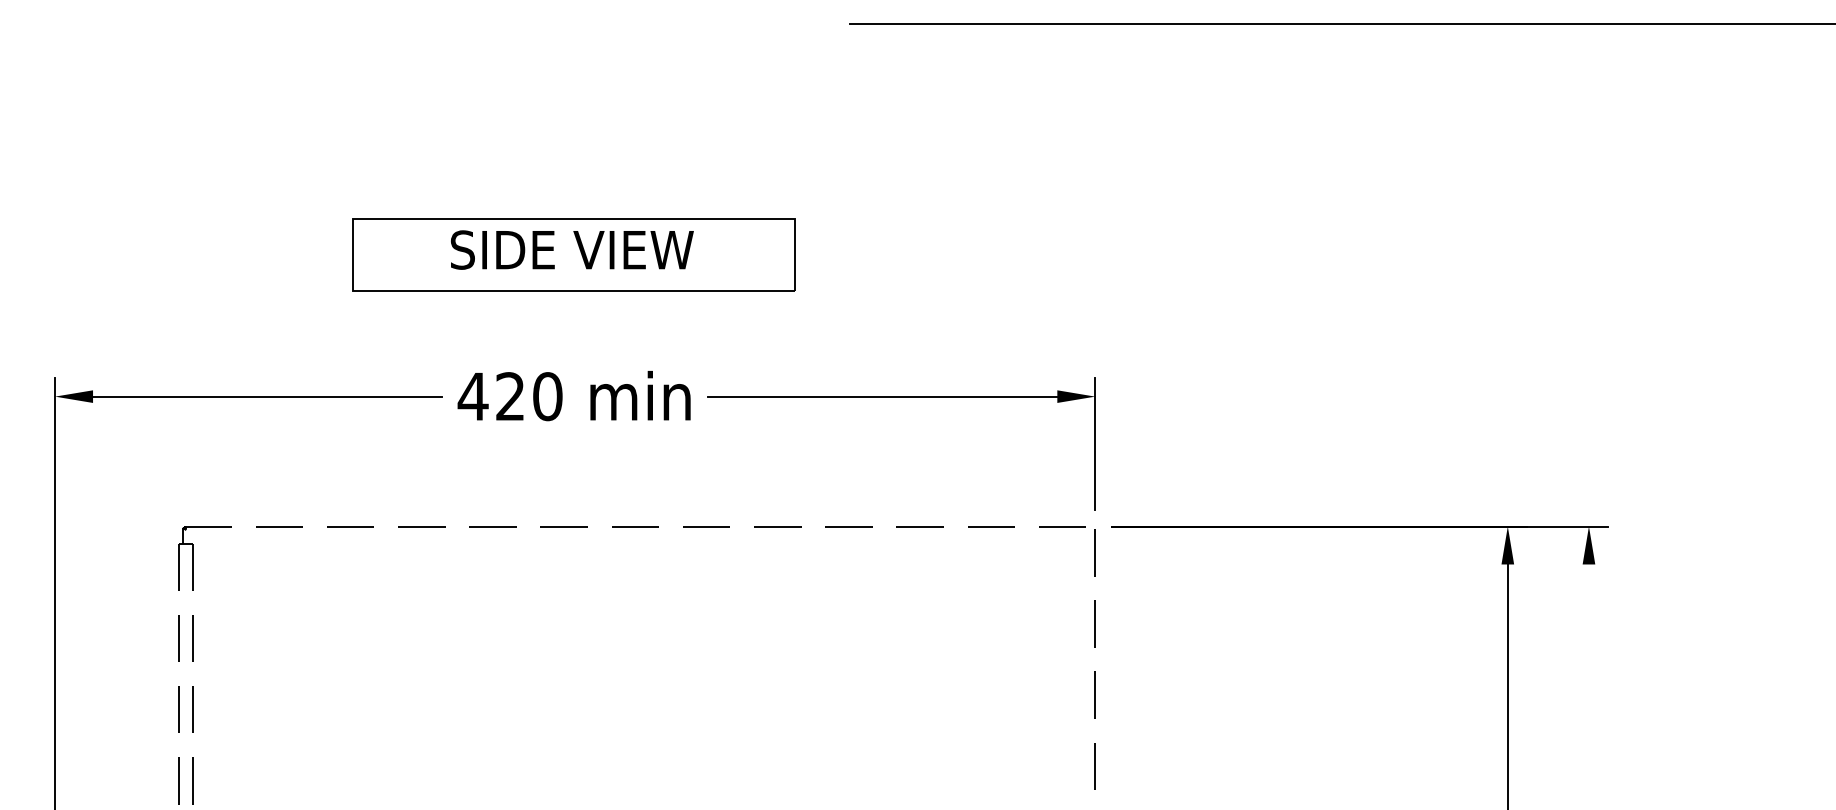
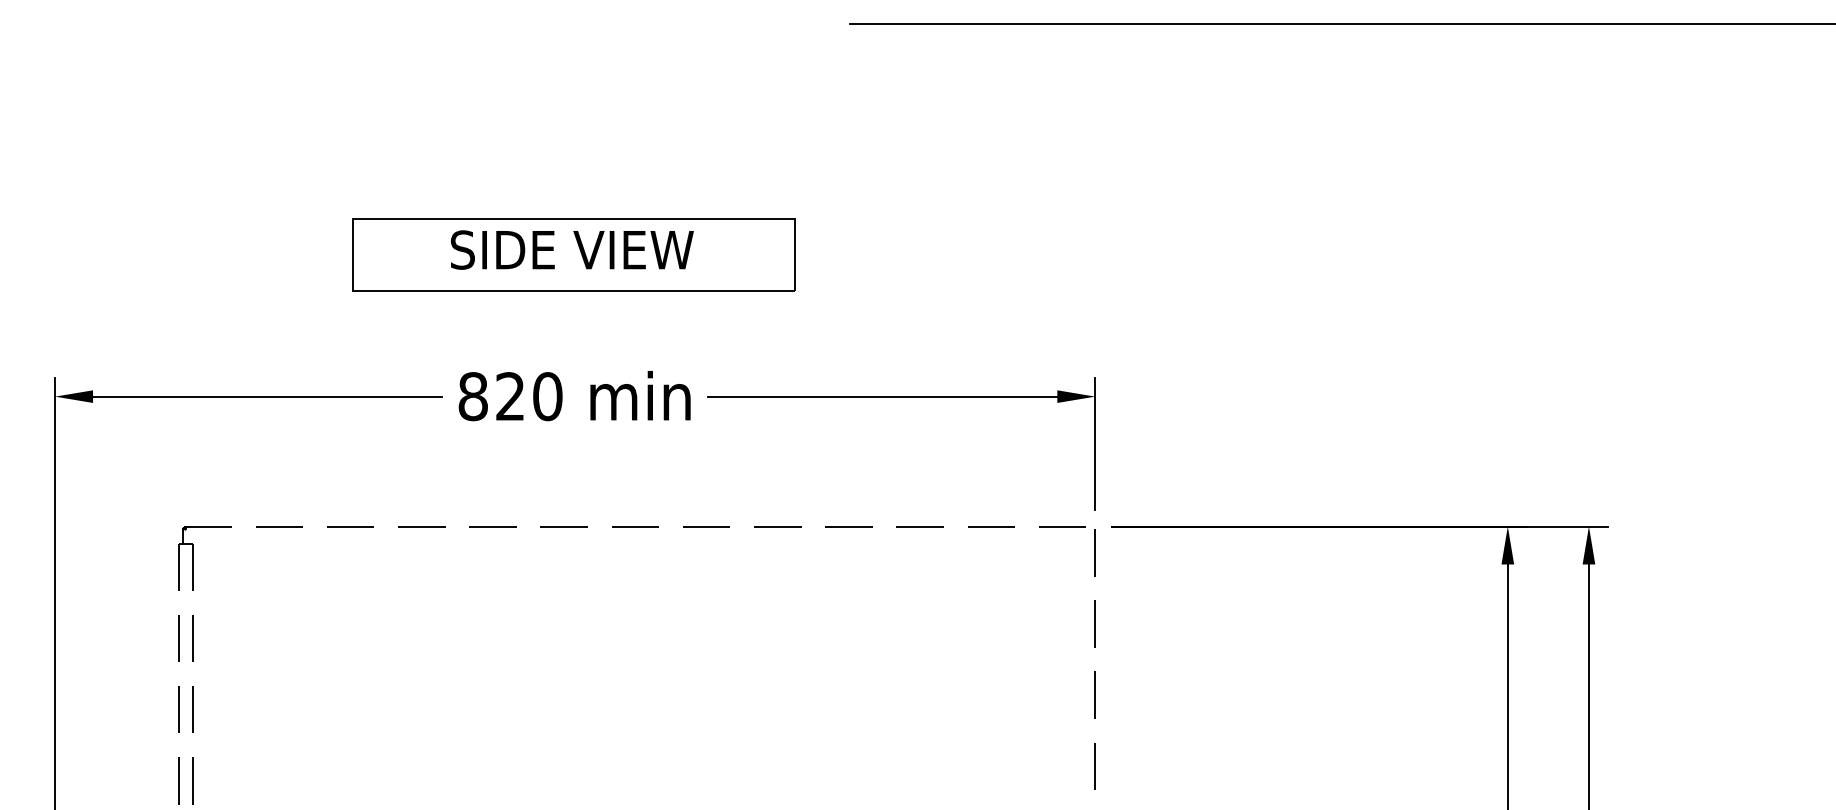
text at (472, 396): 420 -> 820
line at (1588, 685): none -> present
